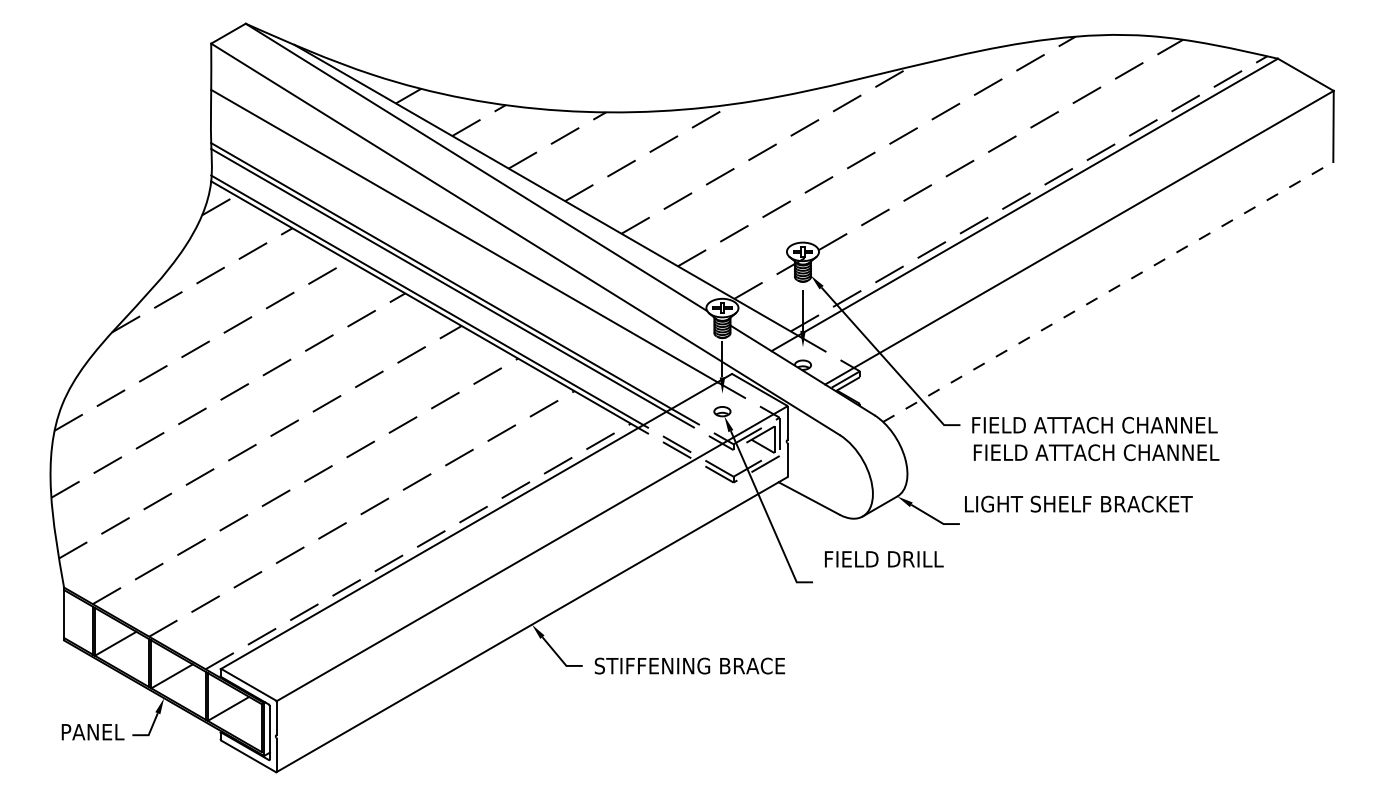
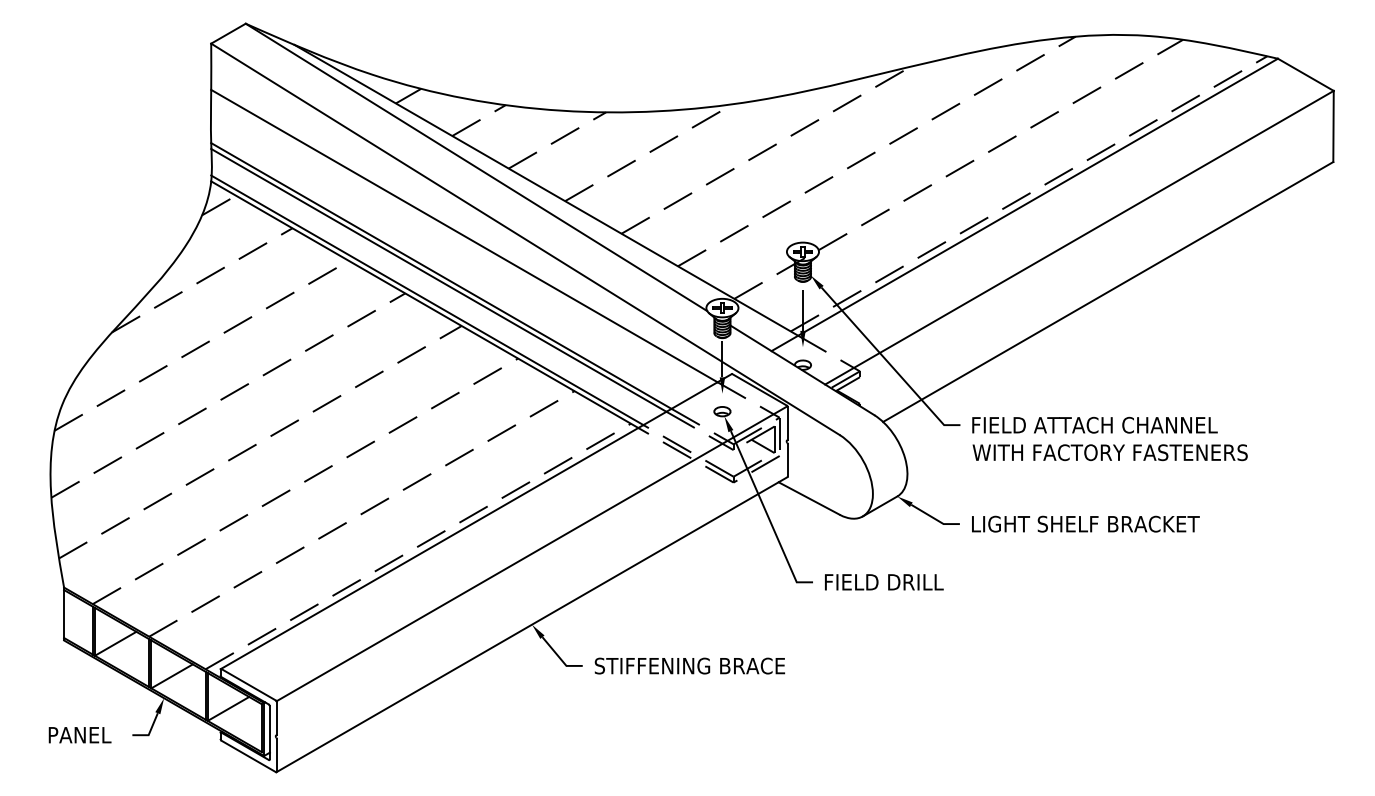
line at (1108, 292): dashed -> solid
text at (1109, 452): FIELD ATTACH CHANNEL -> WITH FACTORY FASTENERS
text at (1078, 503) position: (1078, 503) -> (1085, 523)
text at (884, 559) position: (884, 559) -> (884, 582)
text at (92, 732) position: (92, 732) -> (79, 735)
